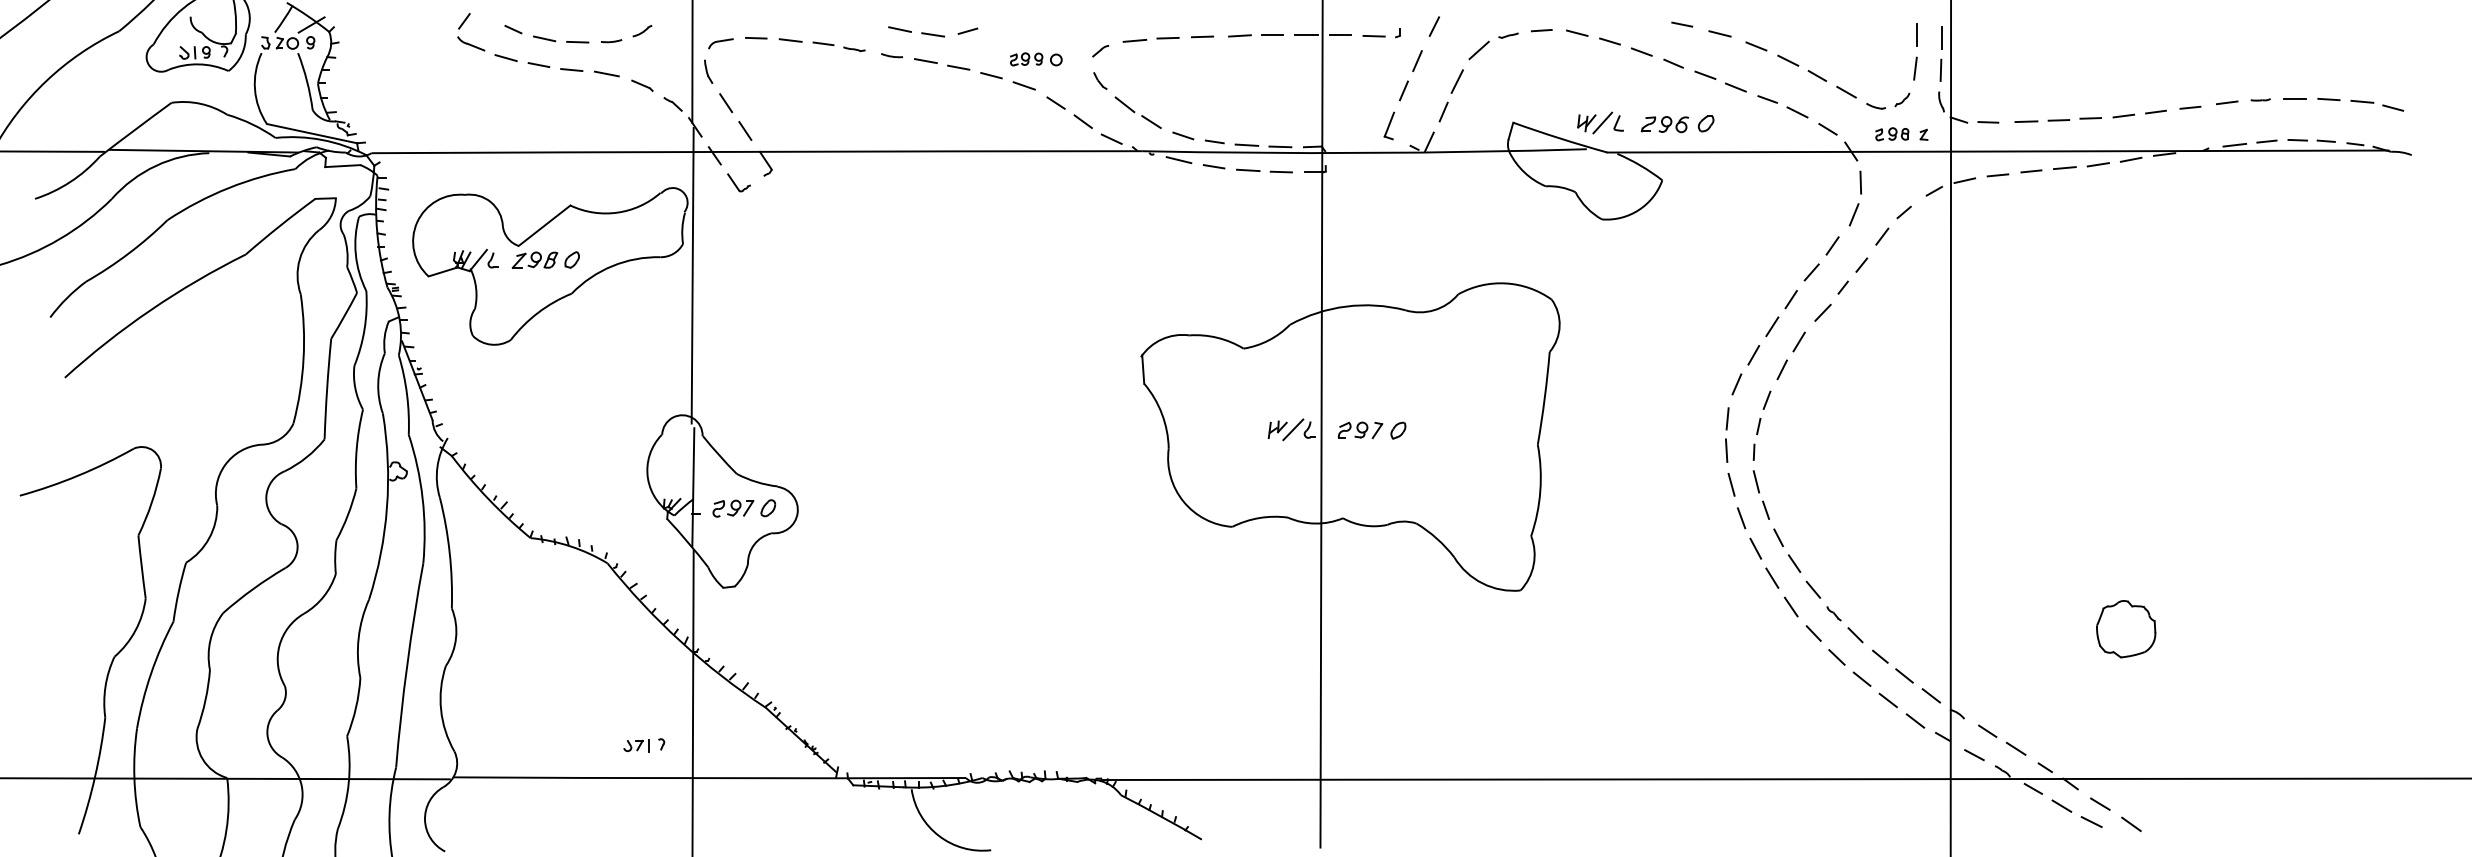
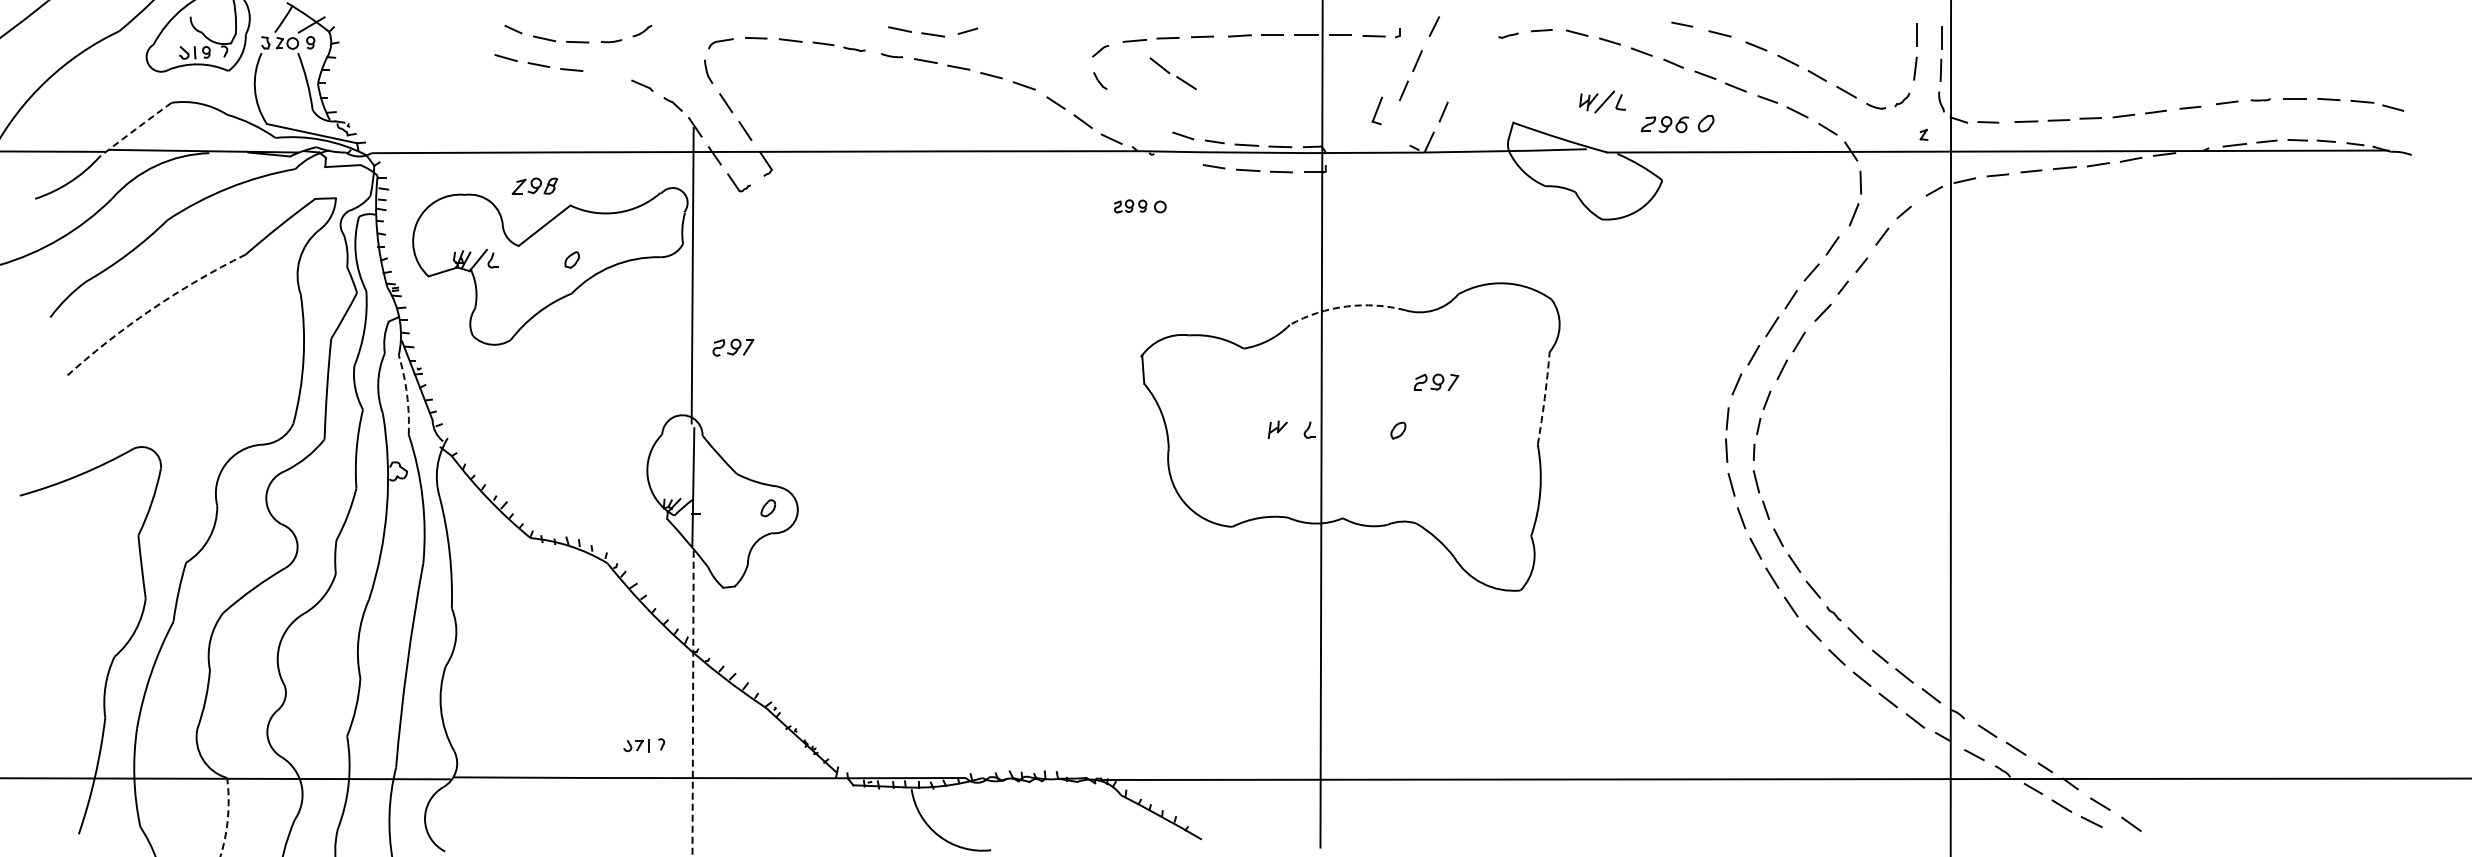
part at (467, 42): present -> none
line at (1478, 50): present -> none
part at (1036, 59) position: (1036, 59) -> (1140, 206)
line at (692, 62): present -> none
line at (606, 73): present -> none
line at (1456, 81): present -> none
part at (1137, 112) position: (1137, 112) -> (1172, 73)
part at (1600, 122) position: (1600, 122) -> (1602, 101)
part at (1388, 125) position: (1388, 125) -> (1376, 110)
arc at (135, 129): solid -> dashed
part at (1892, 134): present -> none
line at (1178, 160): present -> none
part at (534, 259) position: (534, 259) -> (534, 185)
arc at (1346, 306): solid -> dashed
arc at (151, 309): solid -> dashed
arc at (407, 394): solid -> dashed
arc at (1544, 398): solid -> dashed
line at (1293, 429): present -> none
part at (1360, 429) position: (1360, 429) -> (1436, 381)
part at (733, 508) position: (733, 508) -> (733, 347)
part at (2126, 629): present -> none
line at (693, 703): solid -> dashed
arc at (228, 817): solid -> dashed
